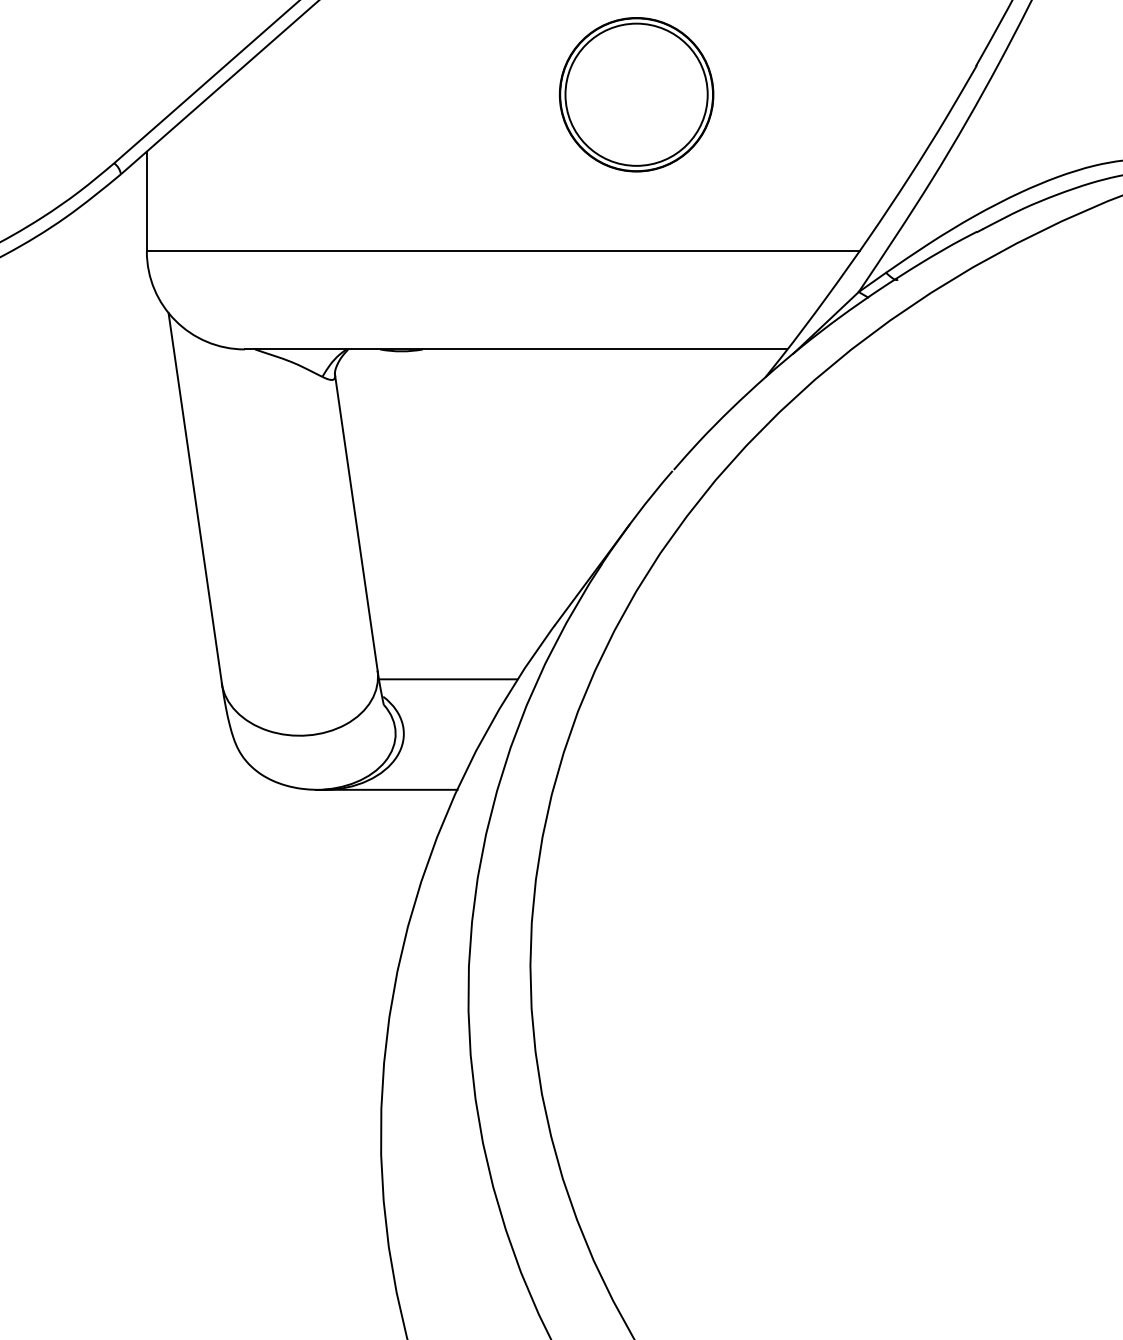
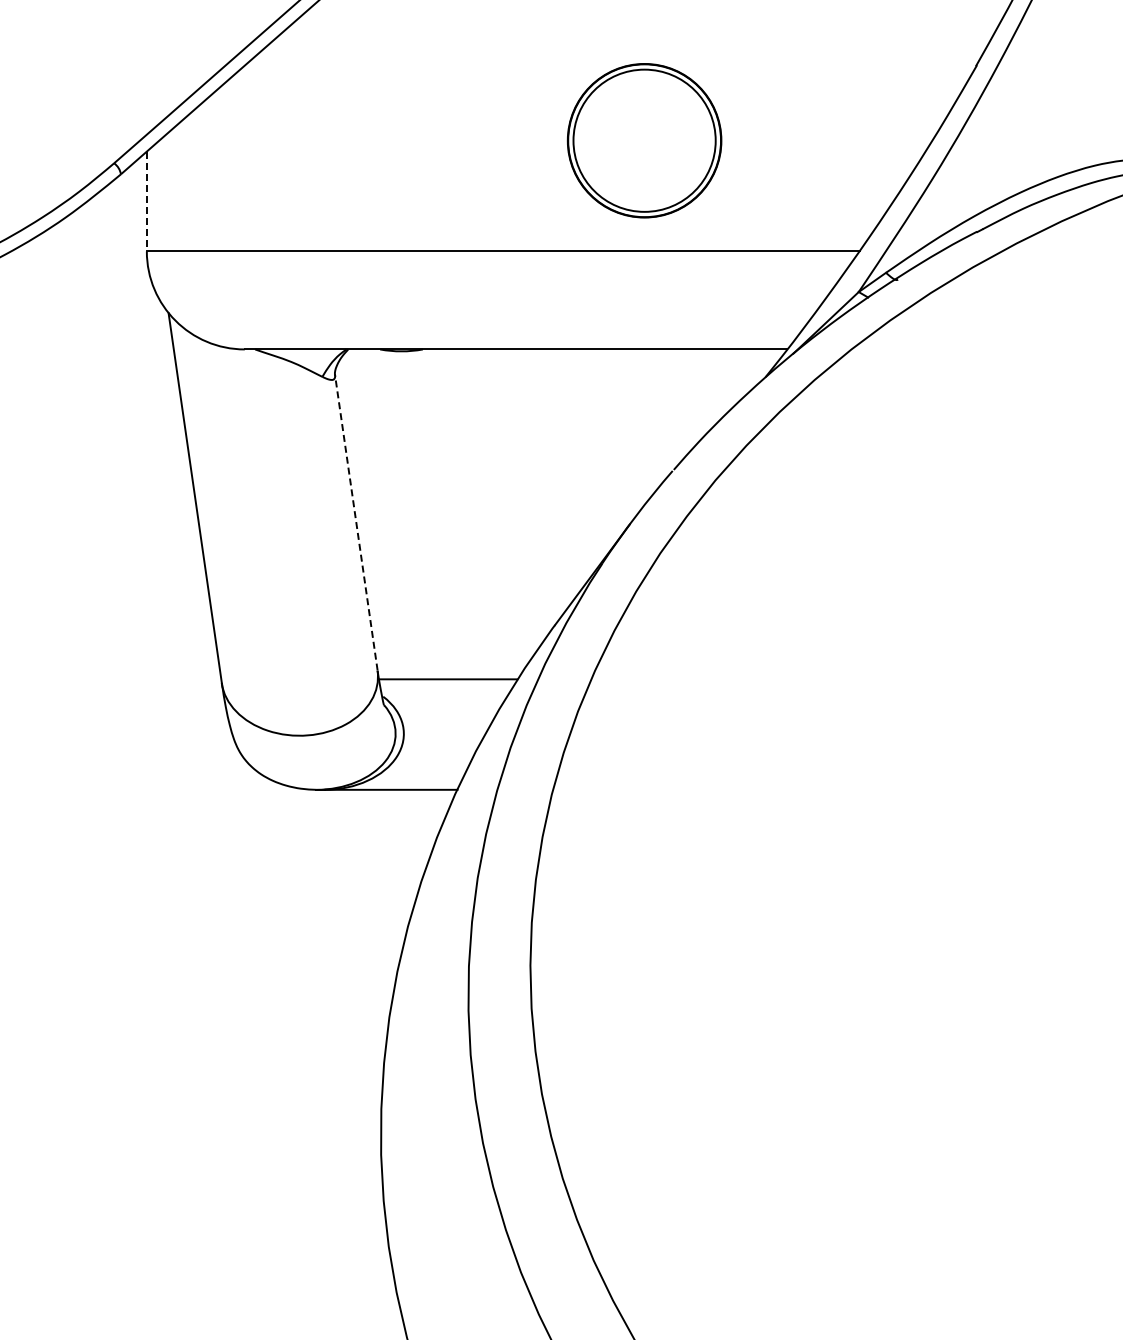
part at (636, 94) position: (636, 94) -> (644, 140)
line at (146, 201): solid -> dashed
line at (356, 522): solid -> dashed
